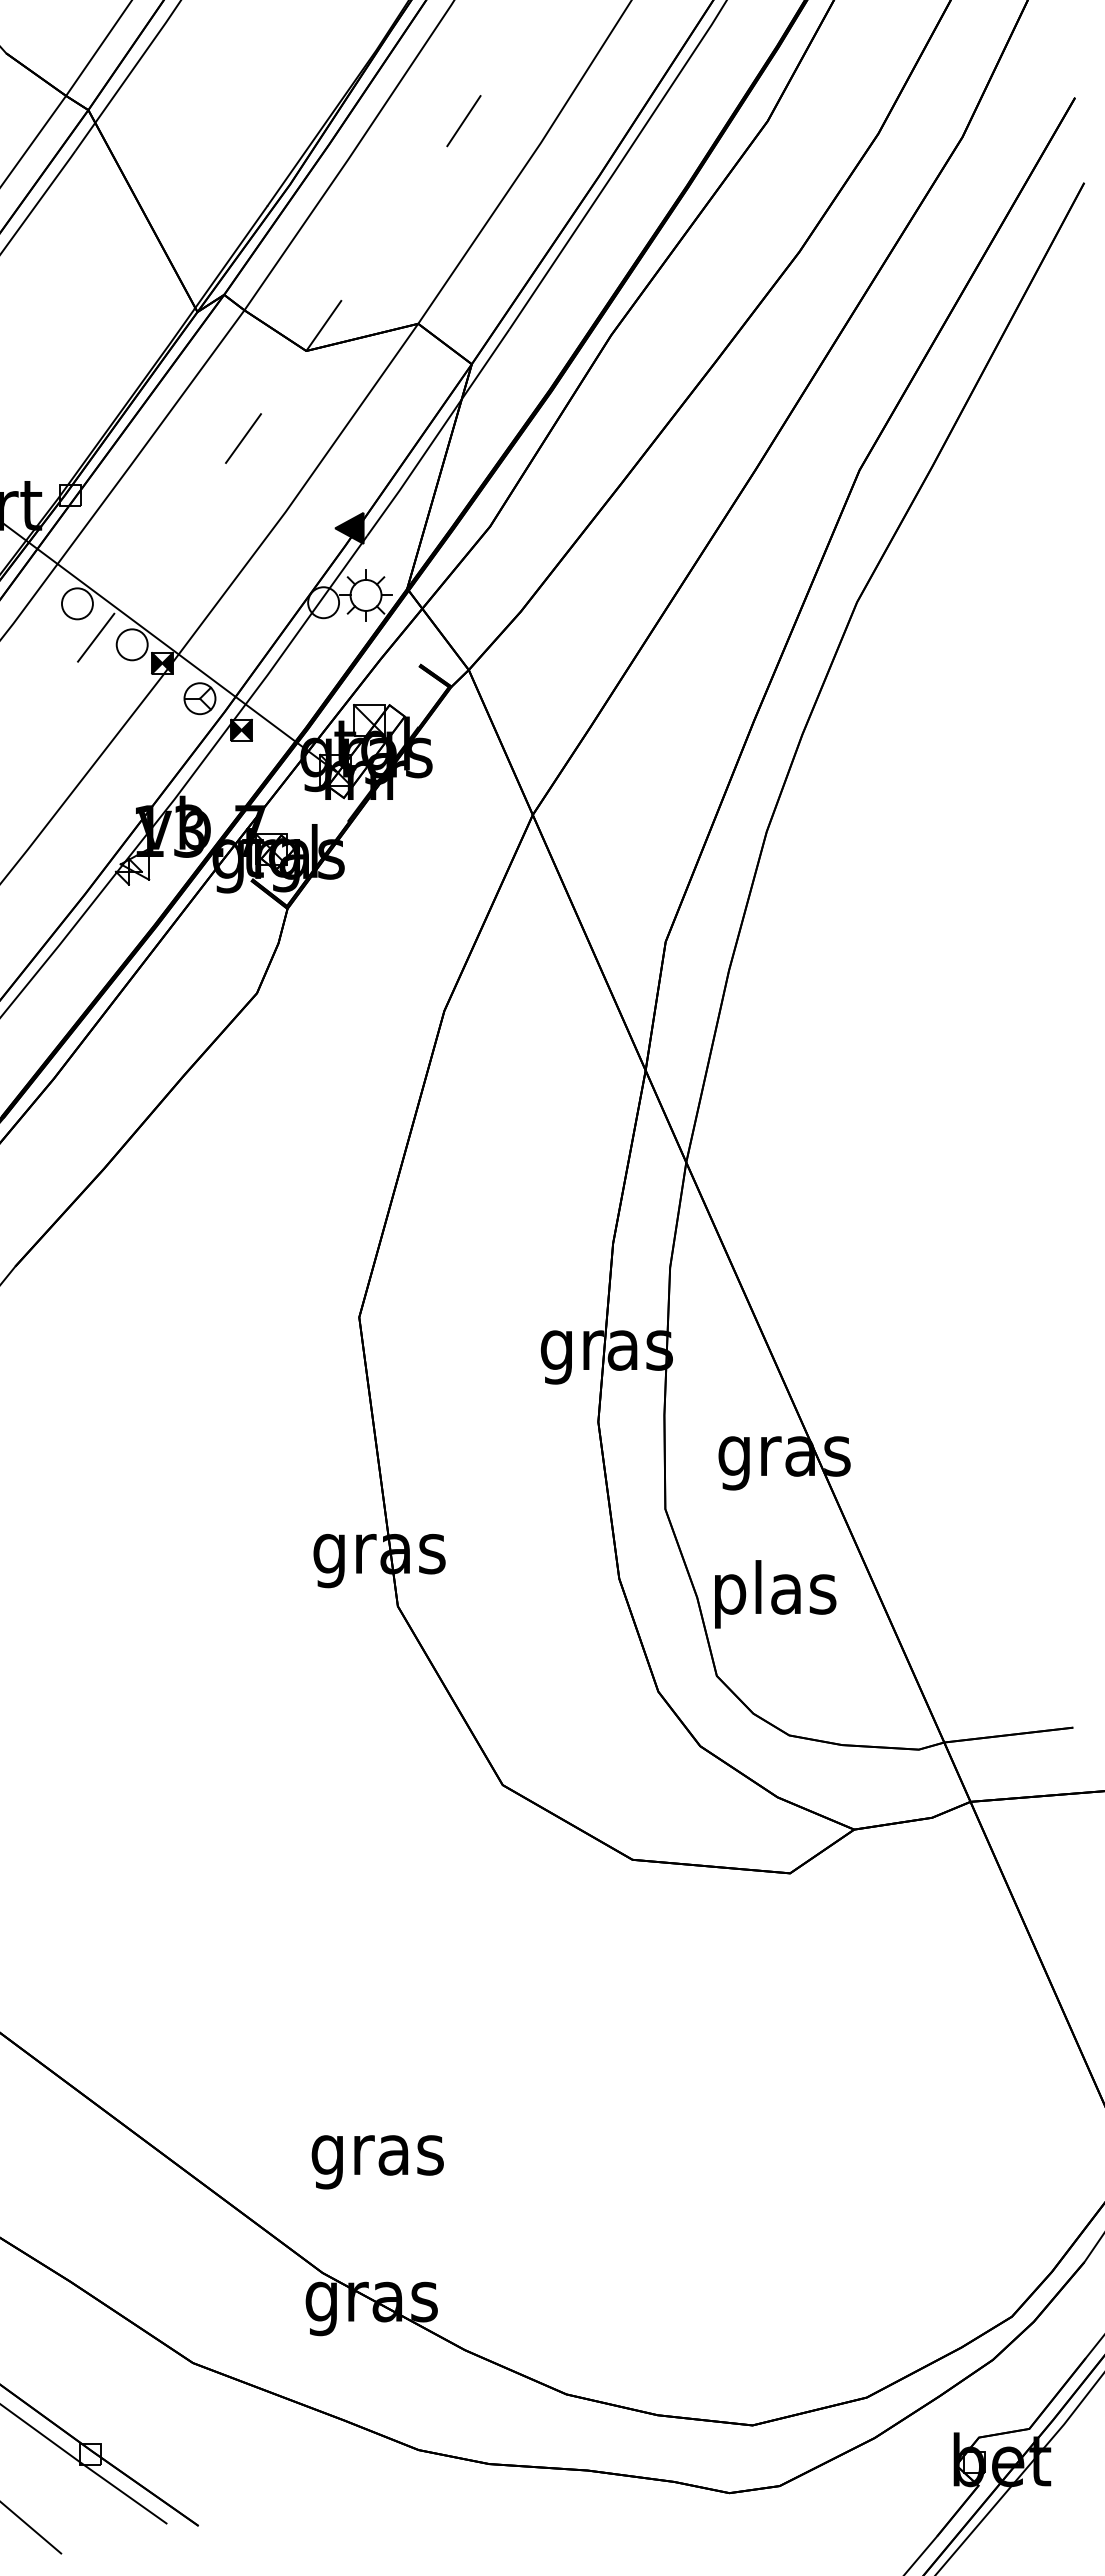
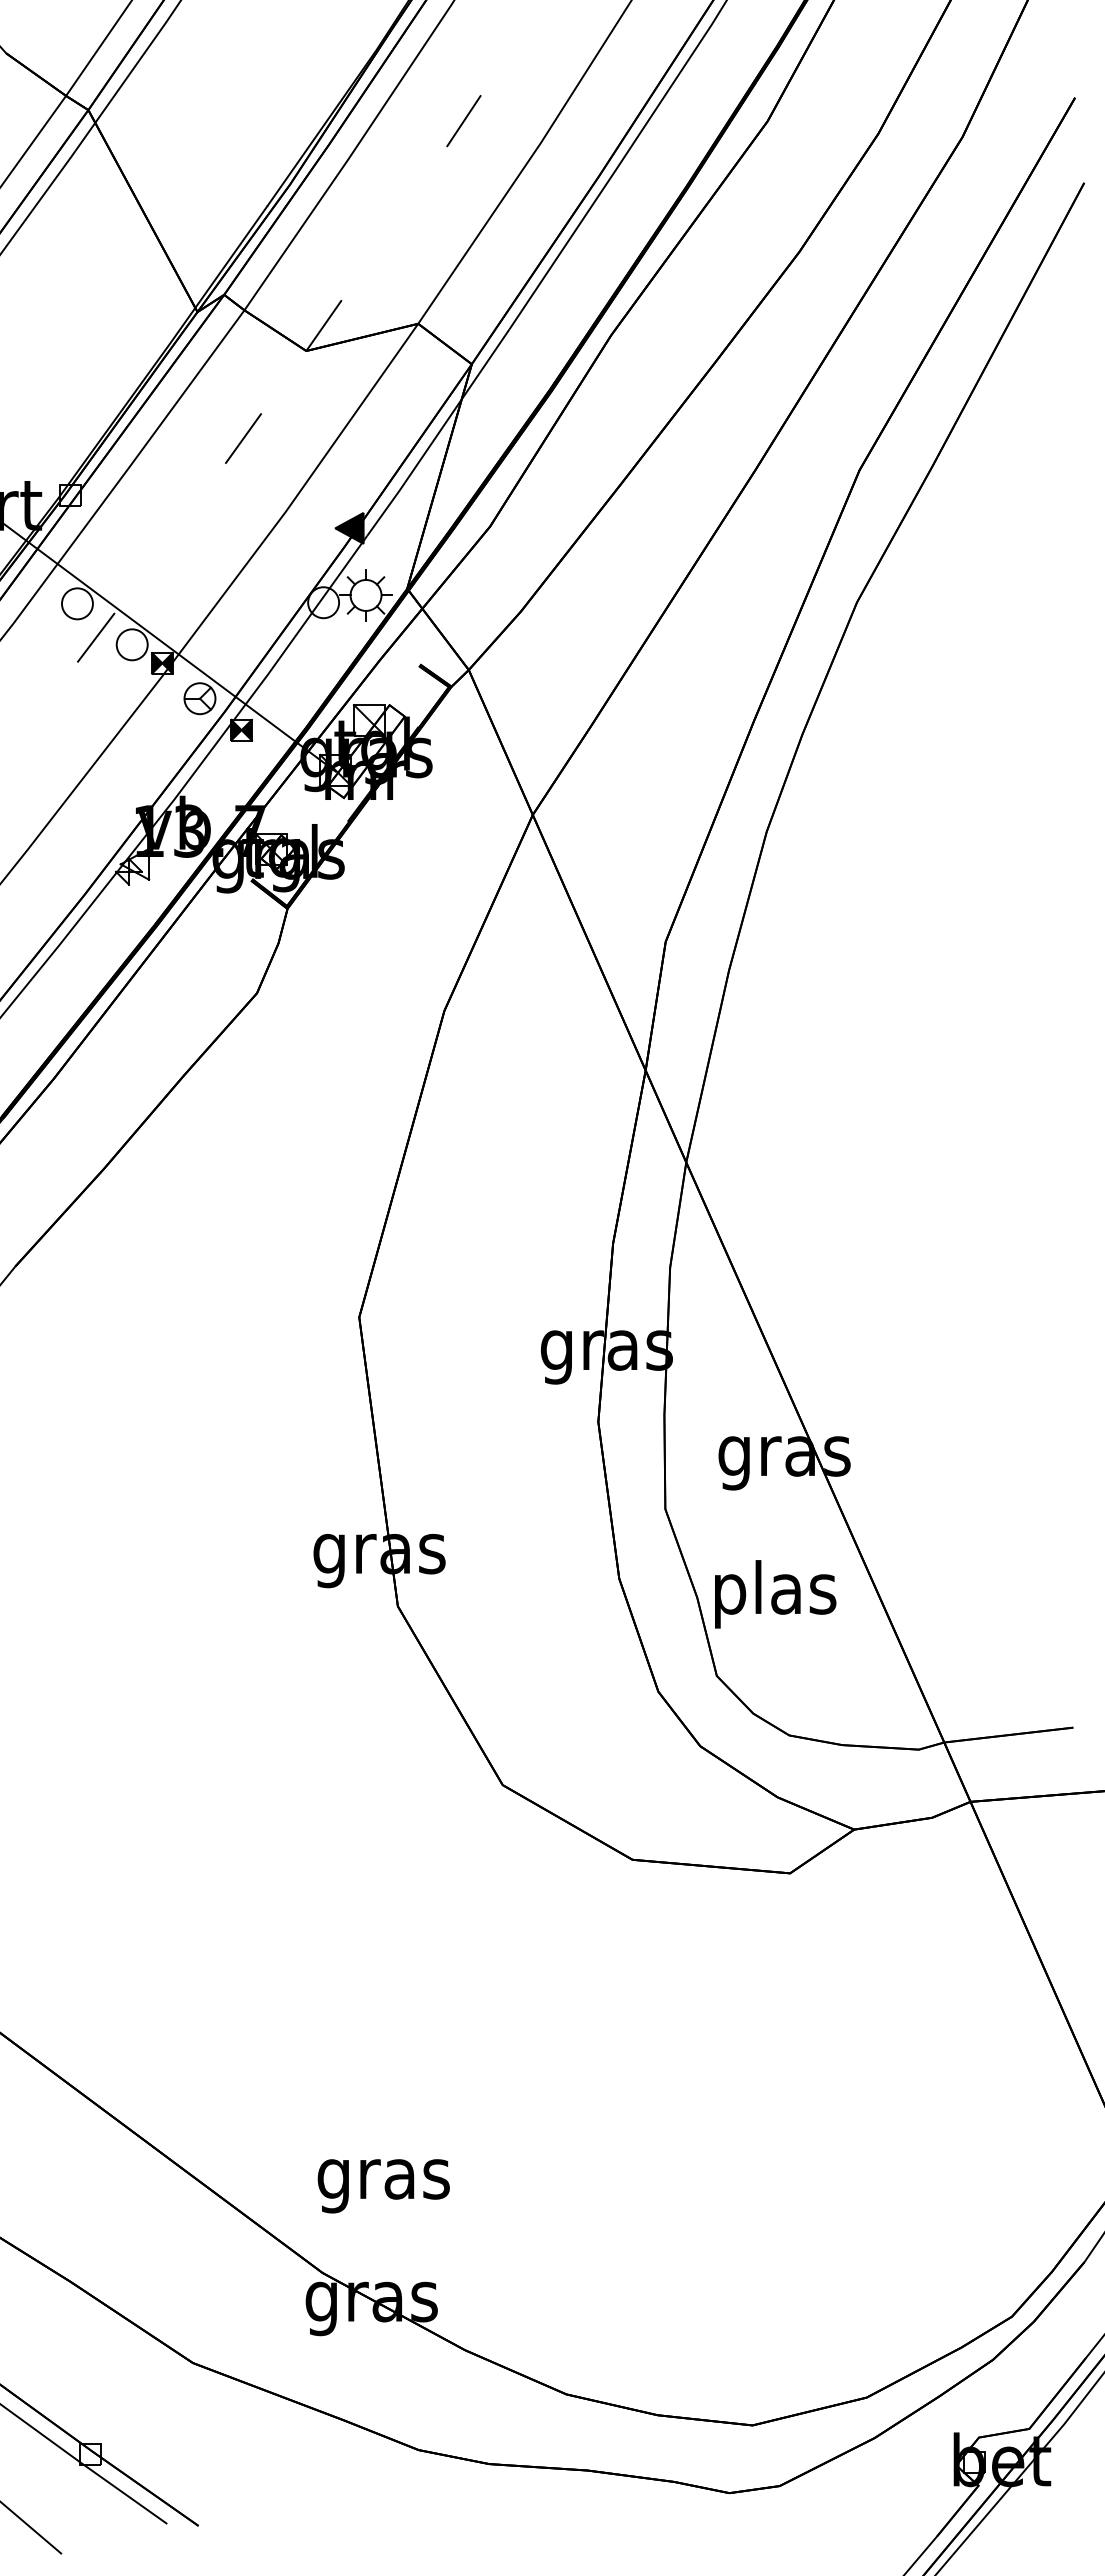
text at (377, 2162) position: (377, 2162) -> (383, 2186)
